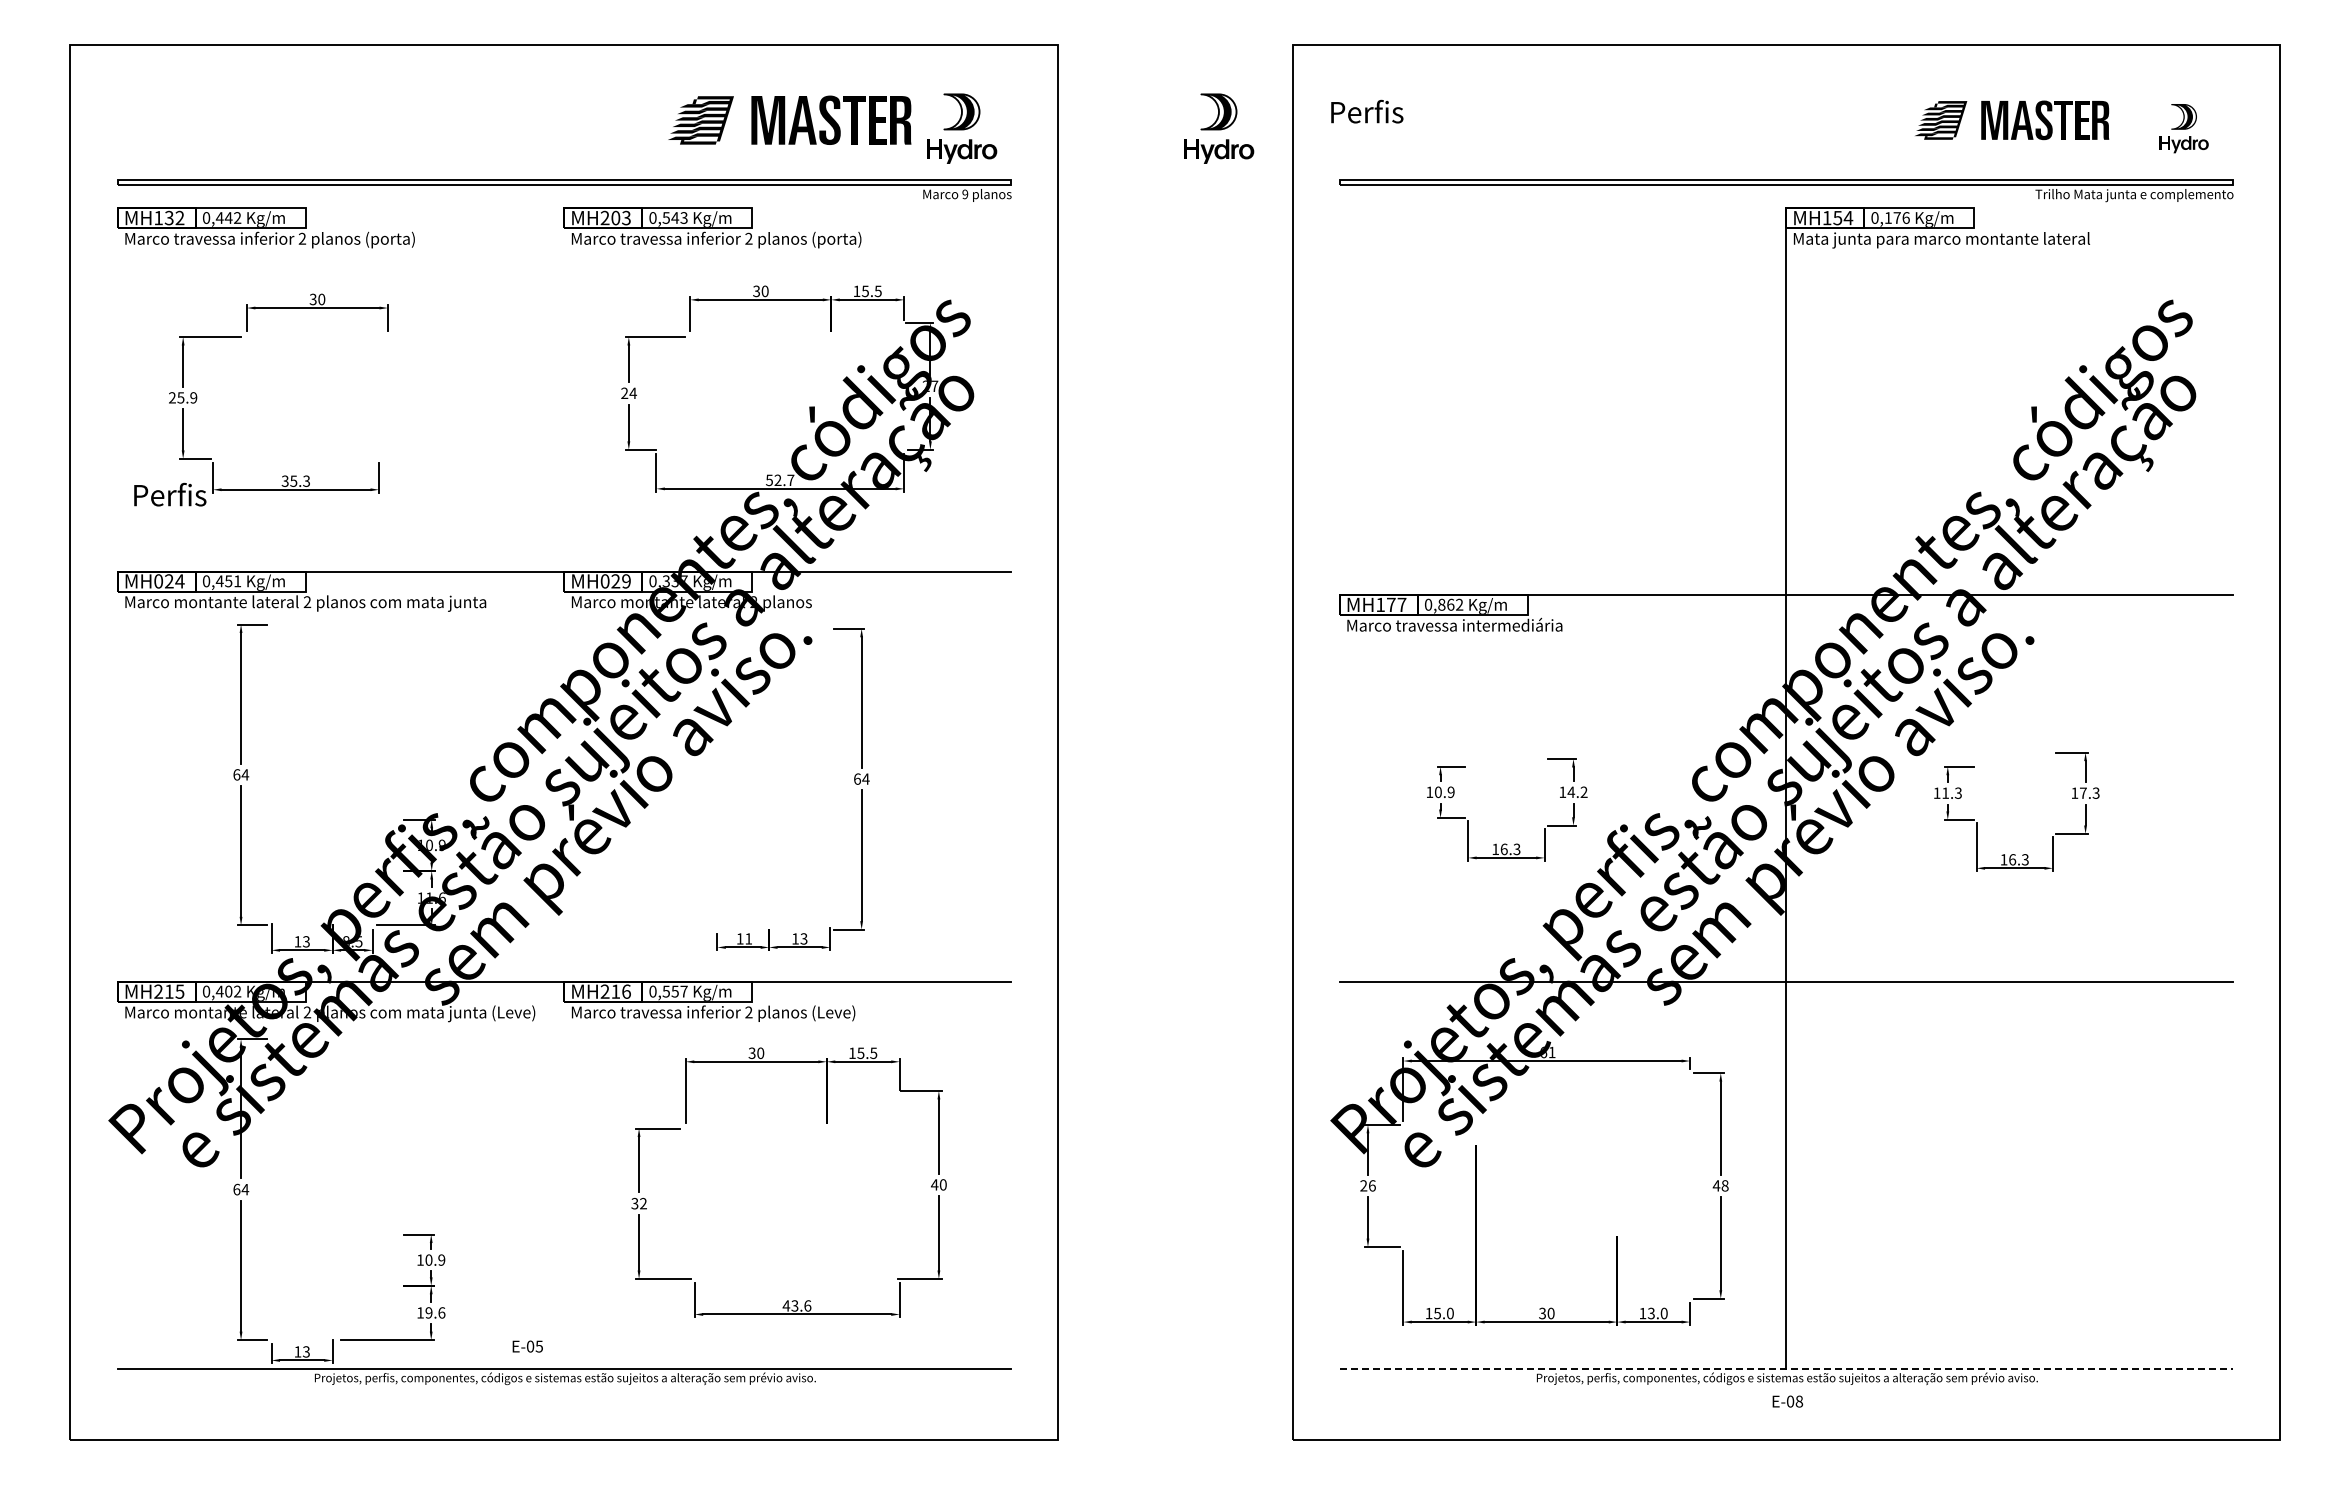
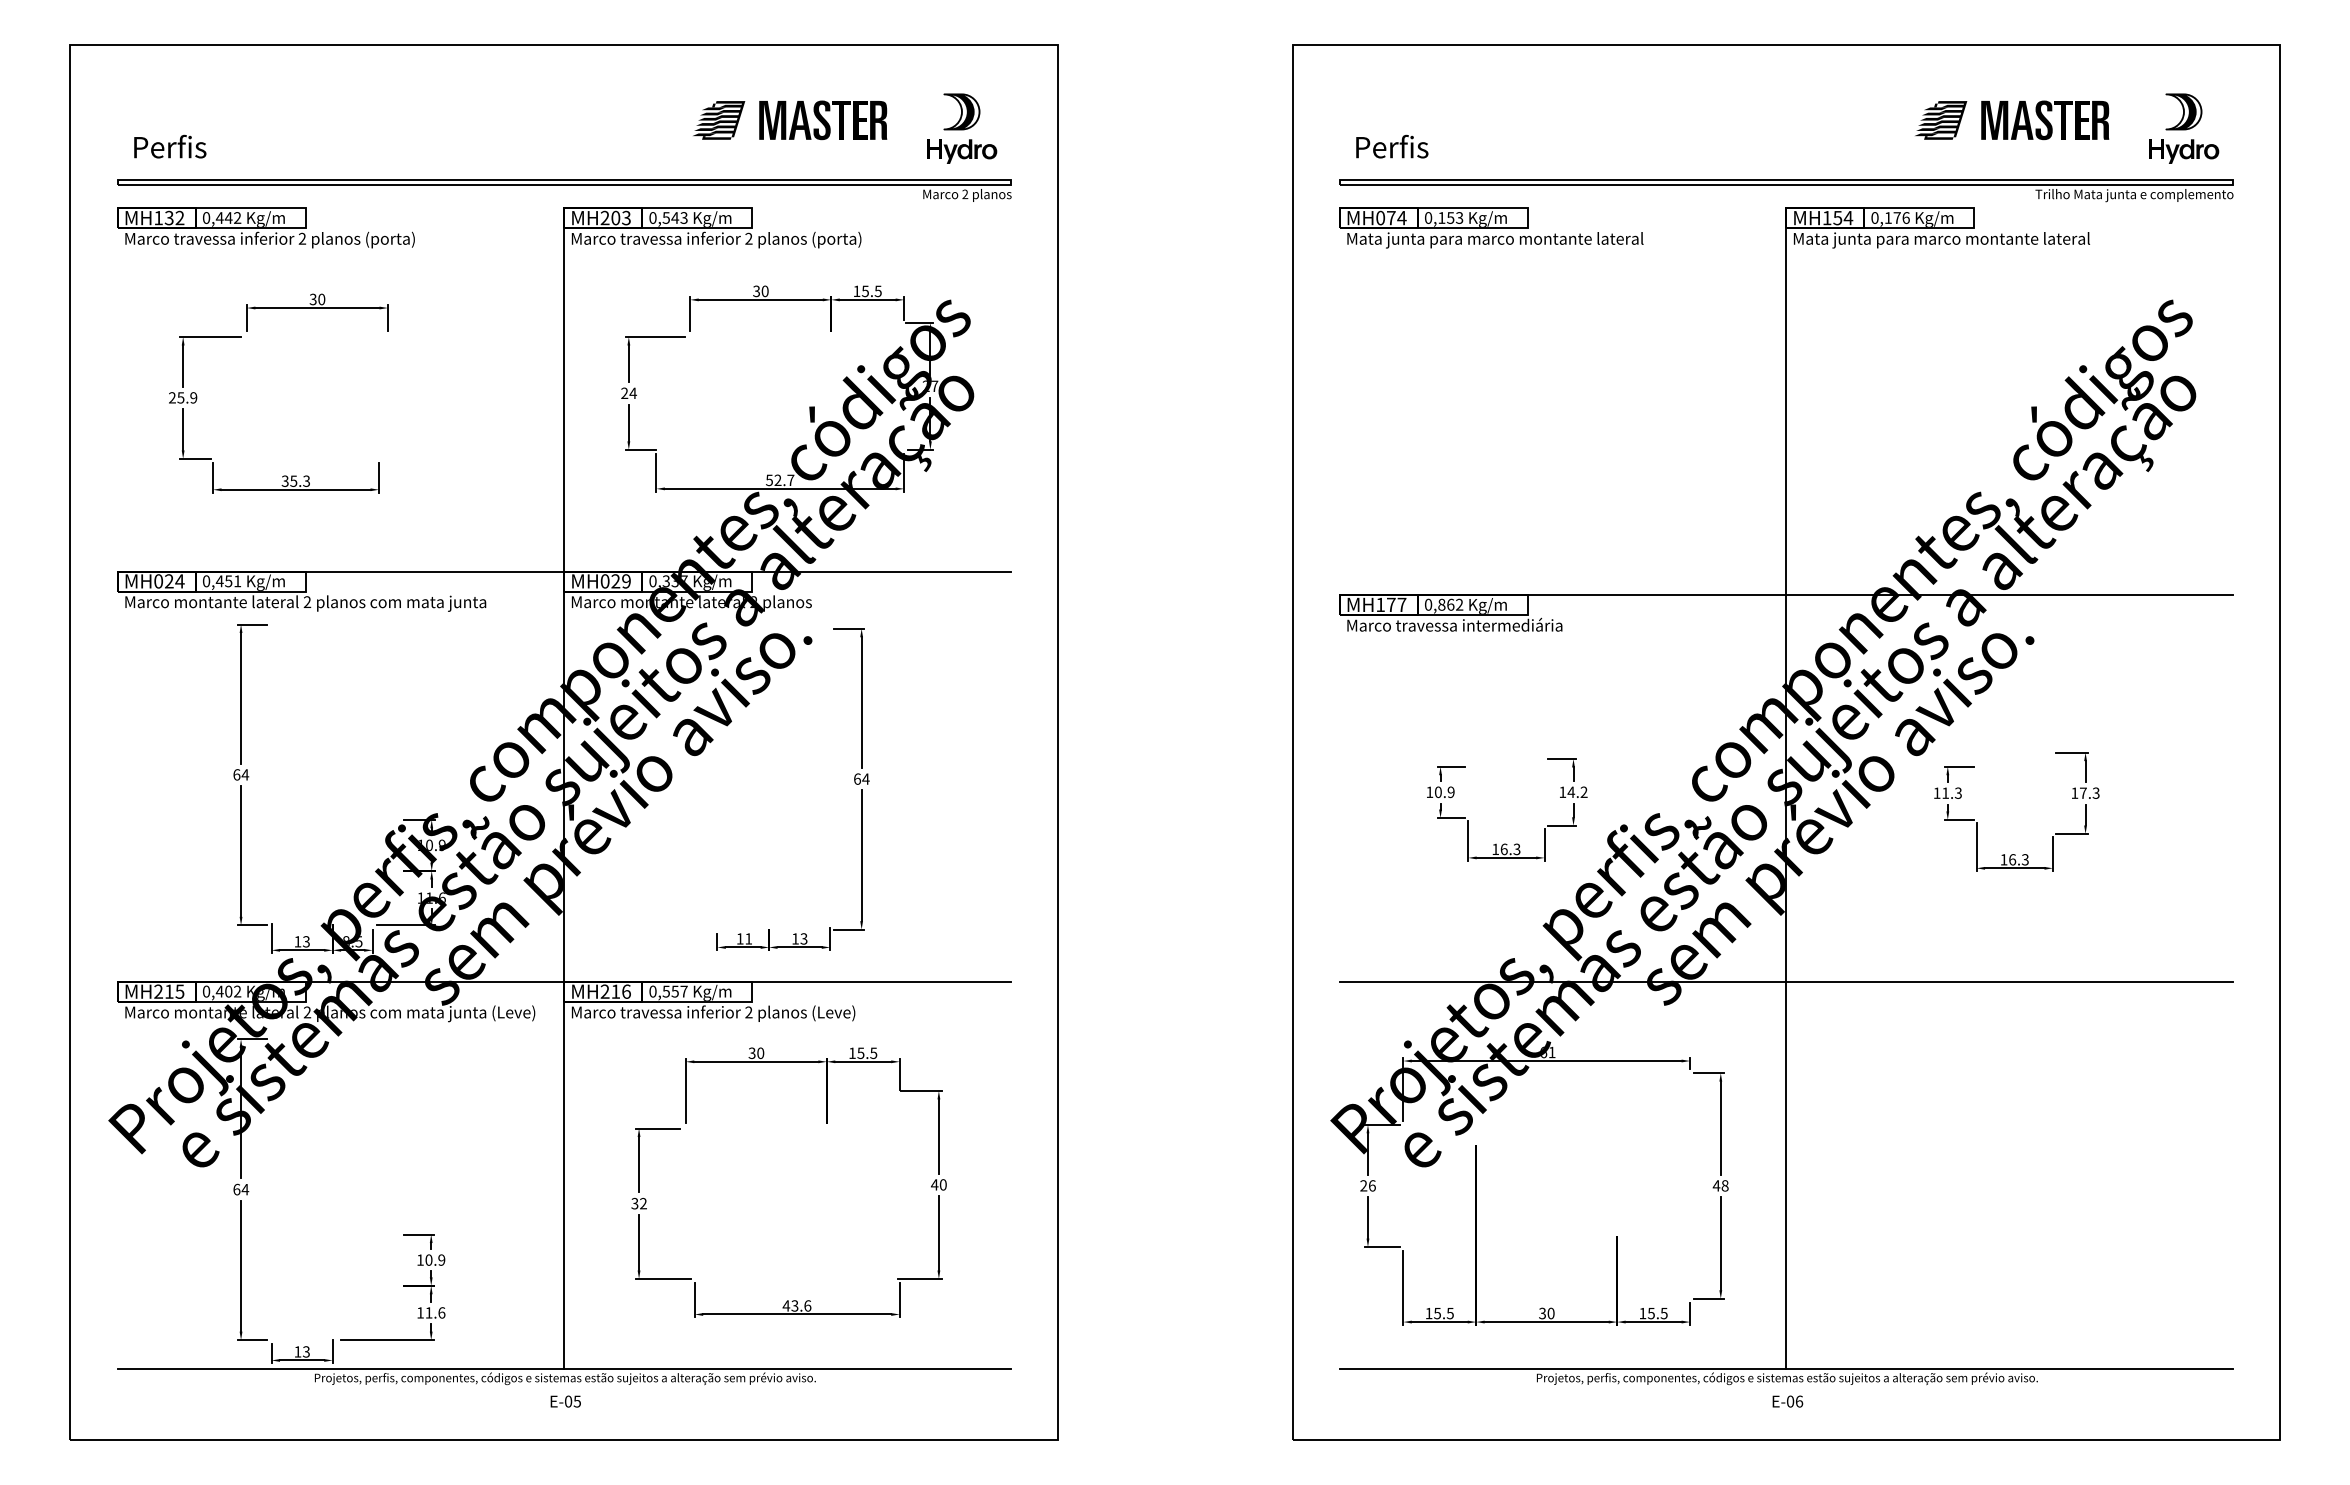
text at (1367, 111) position: (1367, 111) -> (1392, 146)
part at (789, 119) size: 244x50 px -> 195x41 px
part at (1219, 128): present -> none
part at (2183, 128) size: 50x50 px -> 71x71 px
text at (965, 194): 9 -> 2
part at (1491, 227): none -> present
text at (170, 494) position: (170, 494) -> (170, 146)
line at (563, 788): none -> present
text at (428, 1312): 19.6 -> 11.6
text at (1449, 1313): 15.0 -> 15.5
text at (1657, 1313): 13.0 -> 15.5
text at (527, 1346) position: (527, 1346) -> (565, 1401)
line at (1785, 1368): dashed -> solid
text at (1799, 1401): E-08 -> E-06
